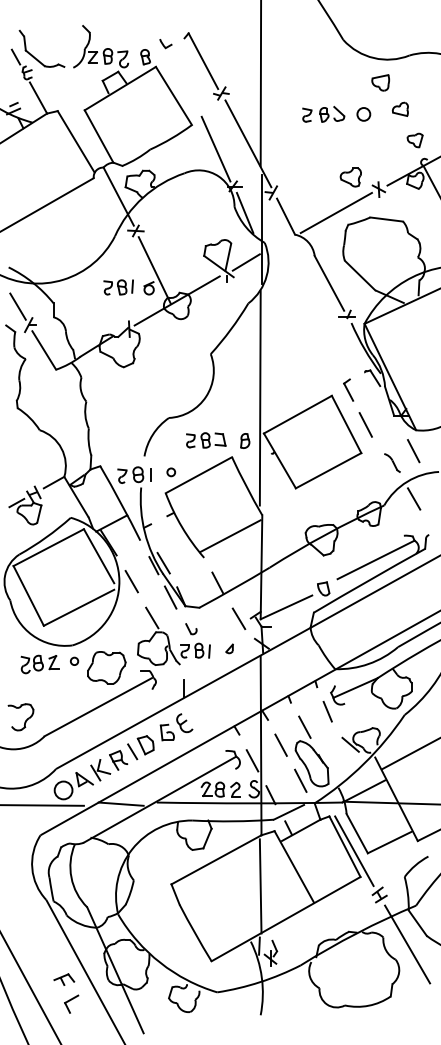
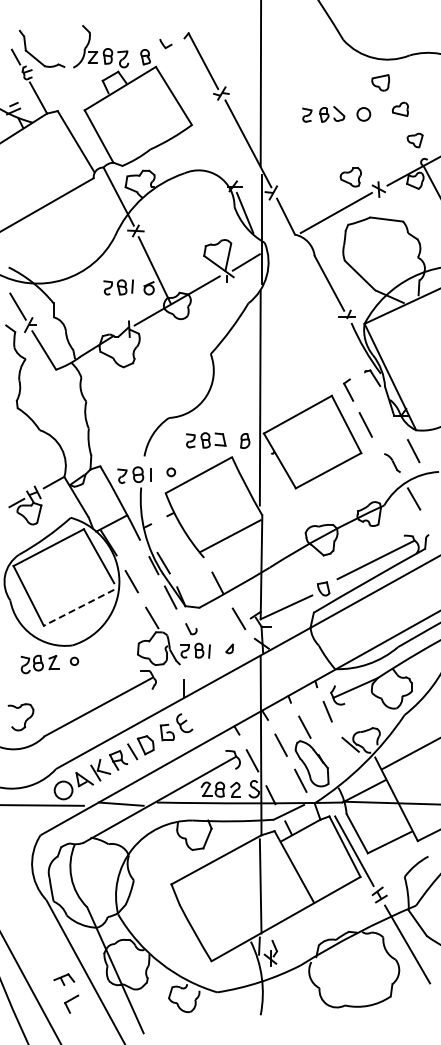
line at (215, 148): present -> none
line at (79, 607): solid -> dashed
part at (106, 667): present -> none
